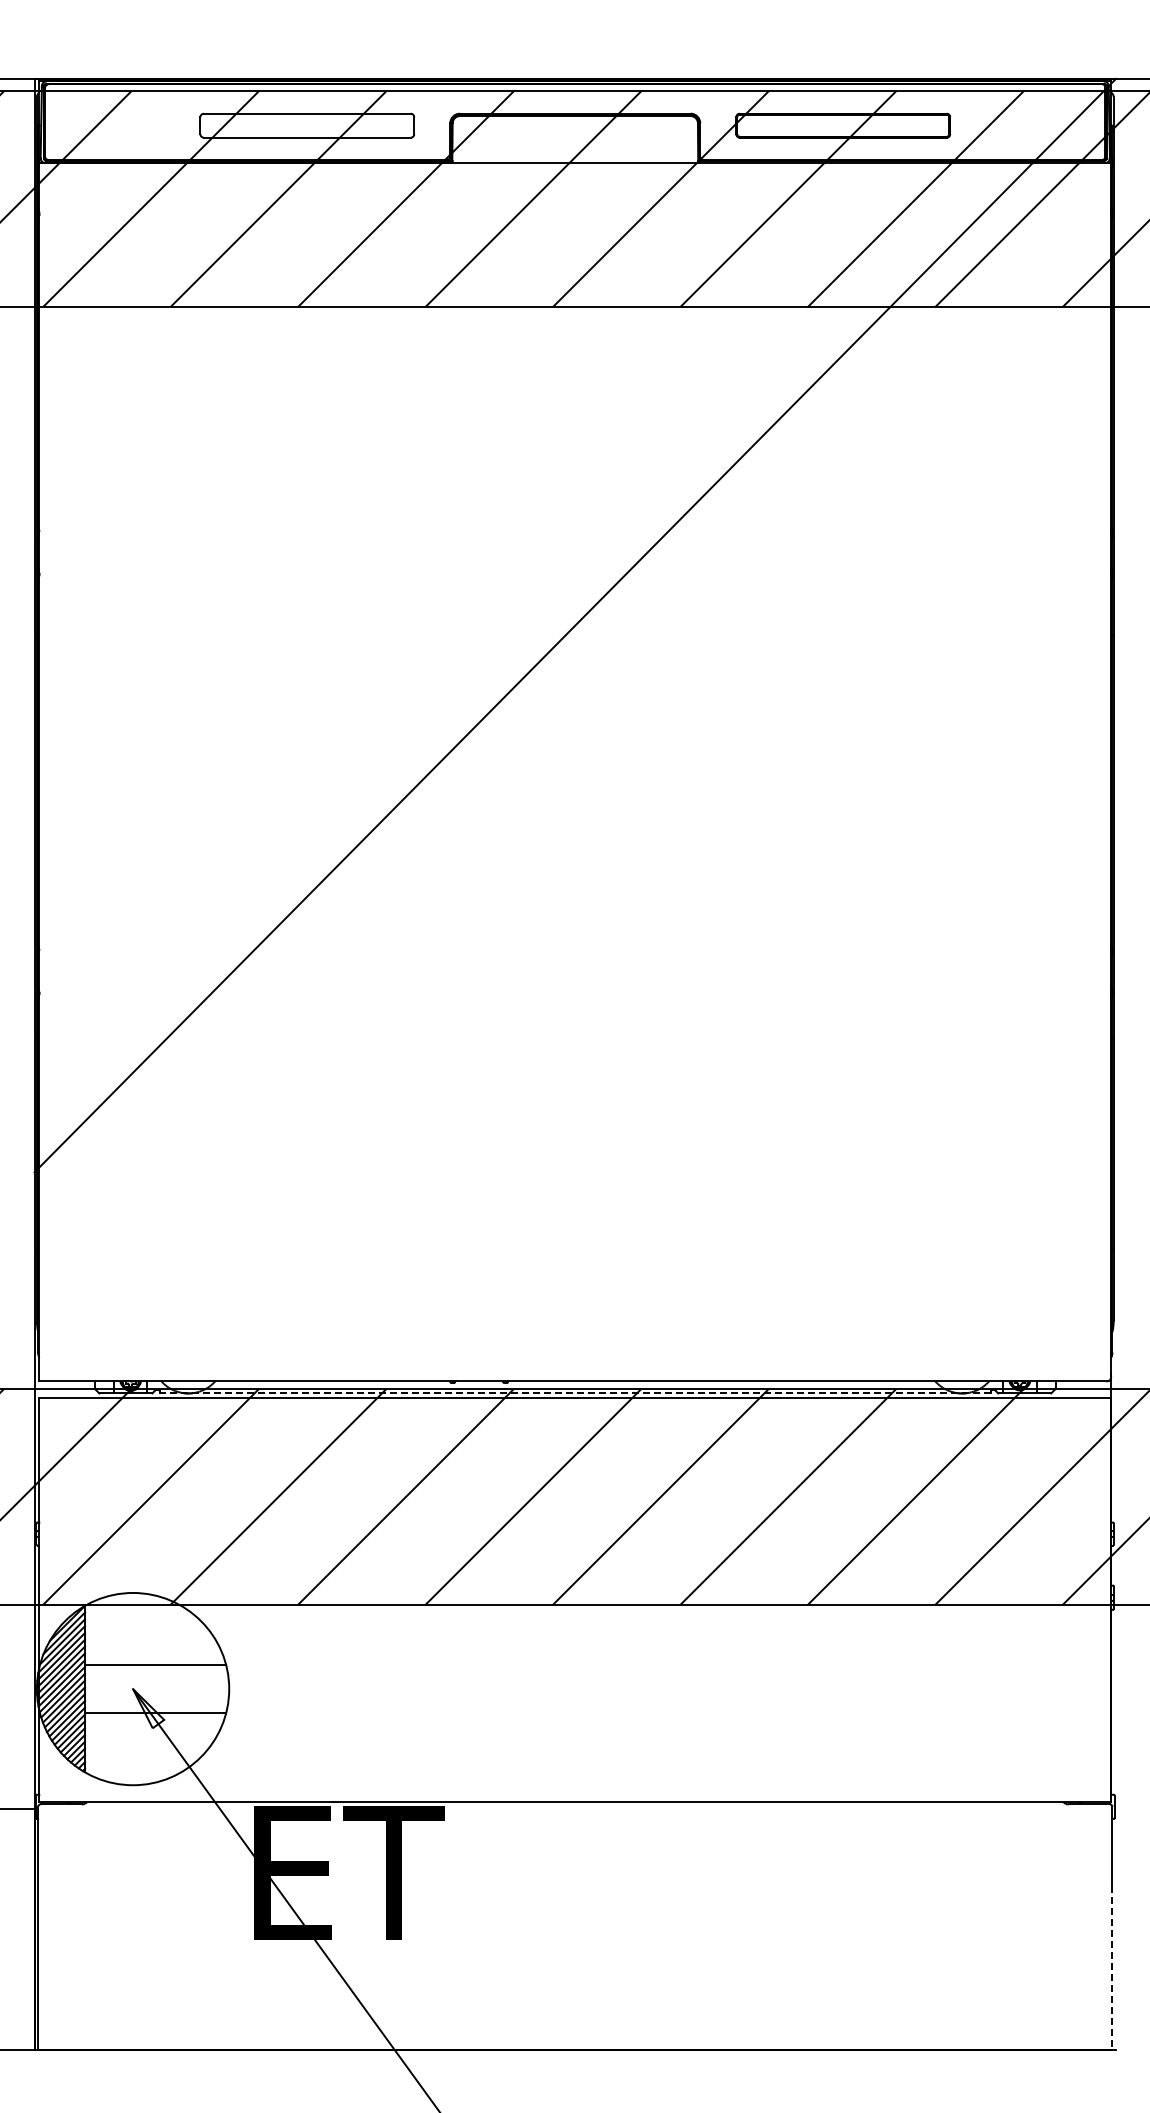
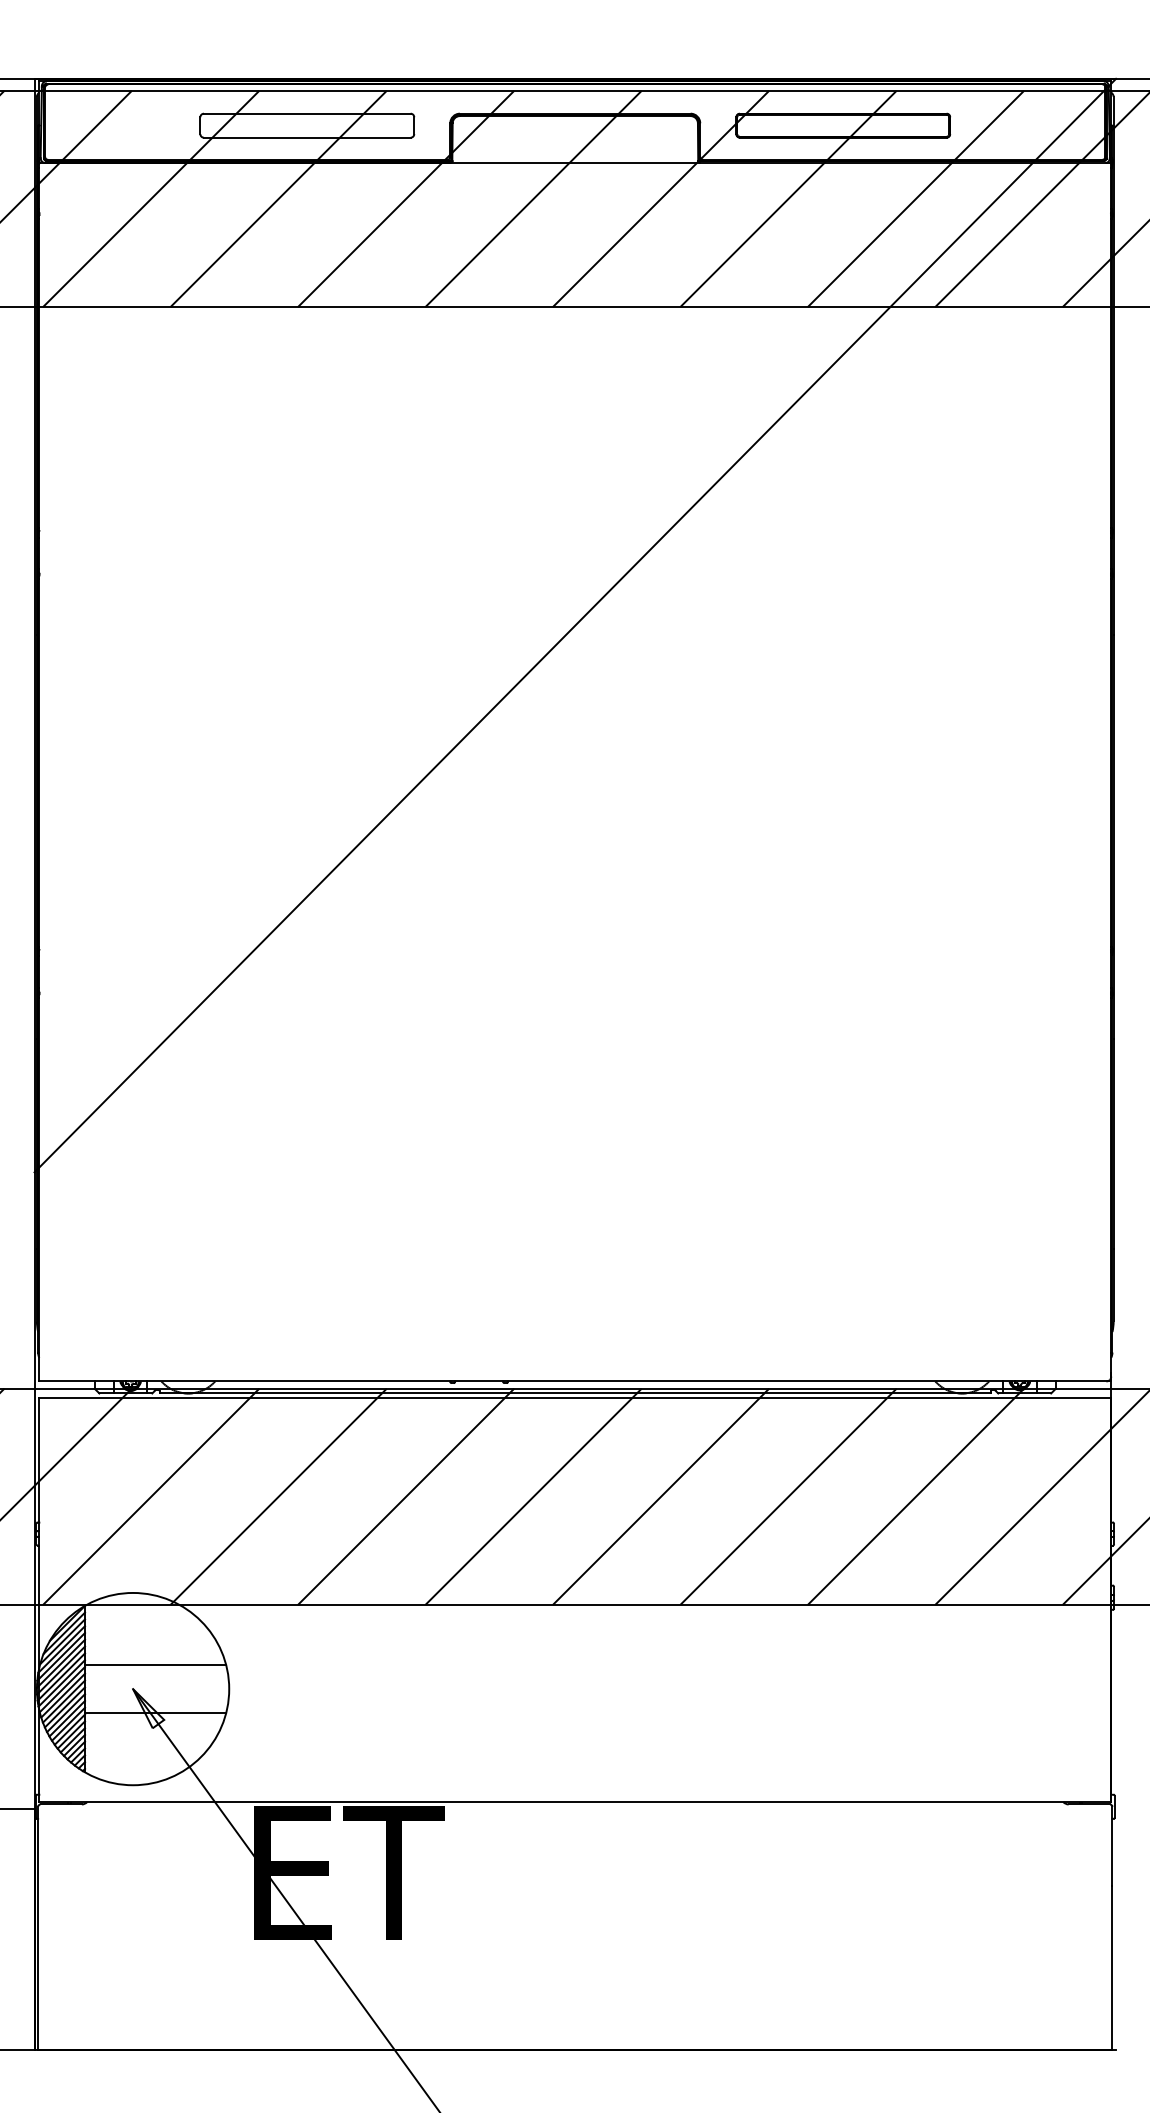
line at (575, 1393): dashed -> solid
line at (1112, 1967): dashed -> solid
